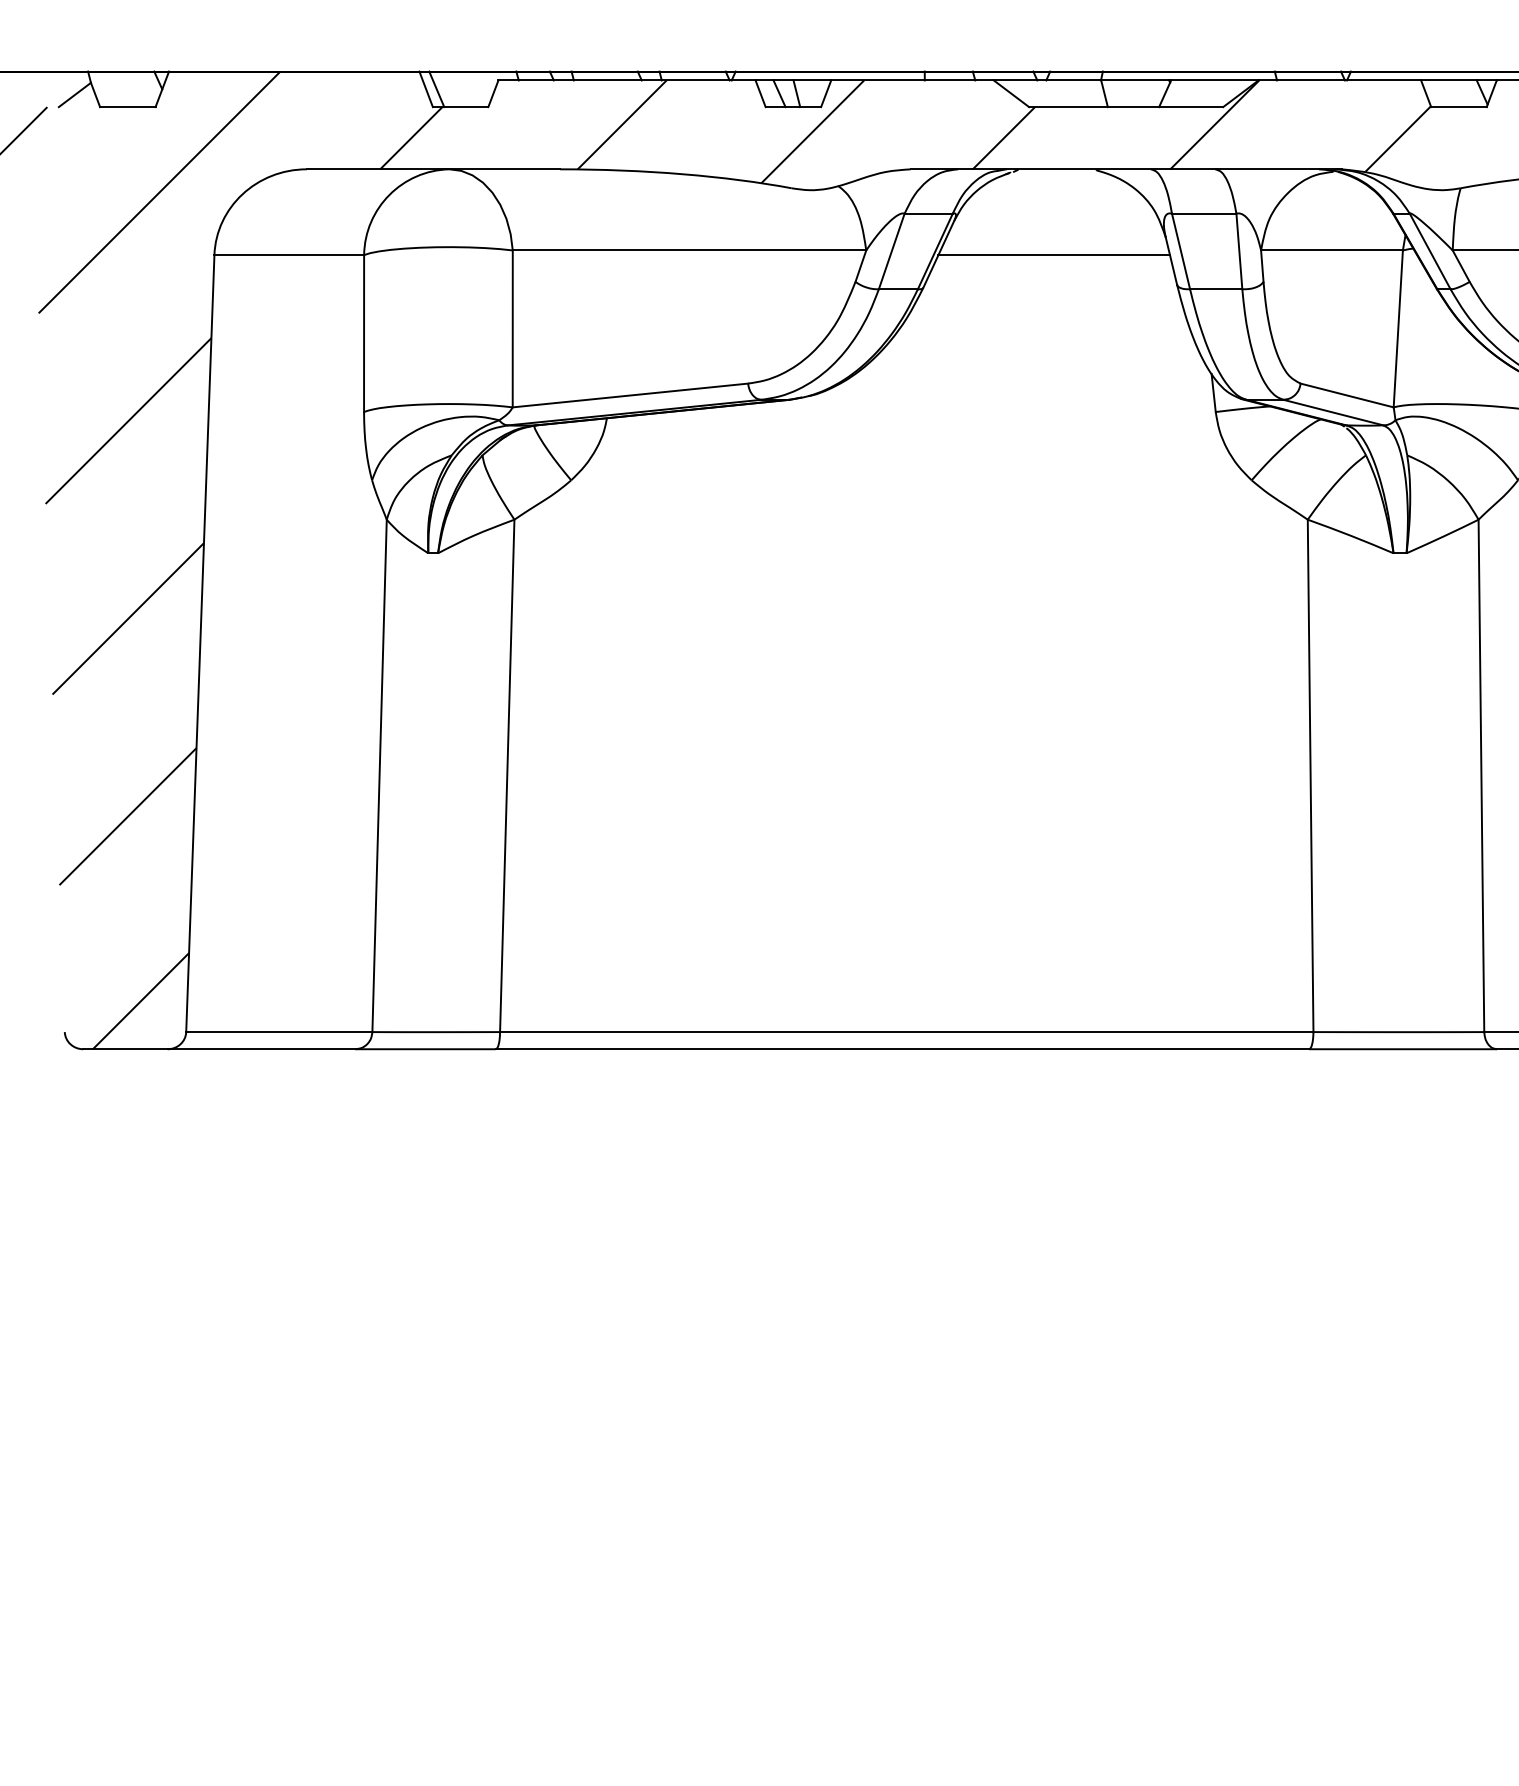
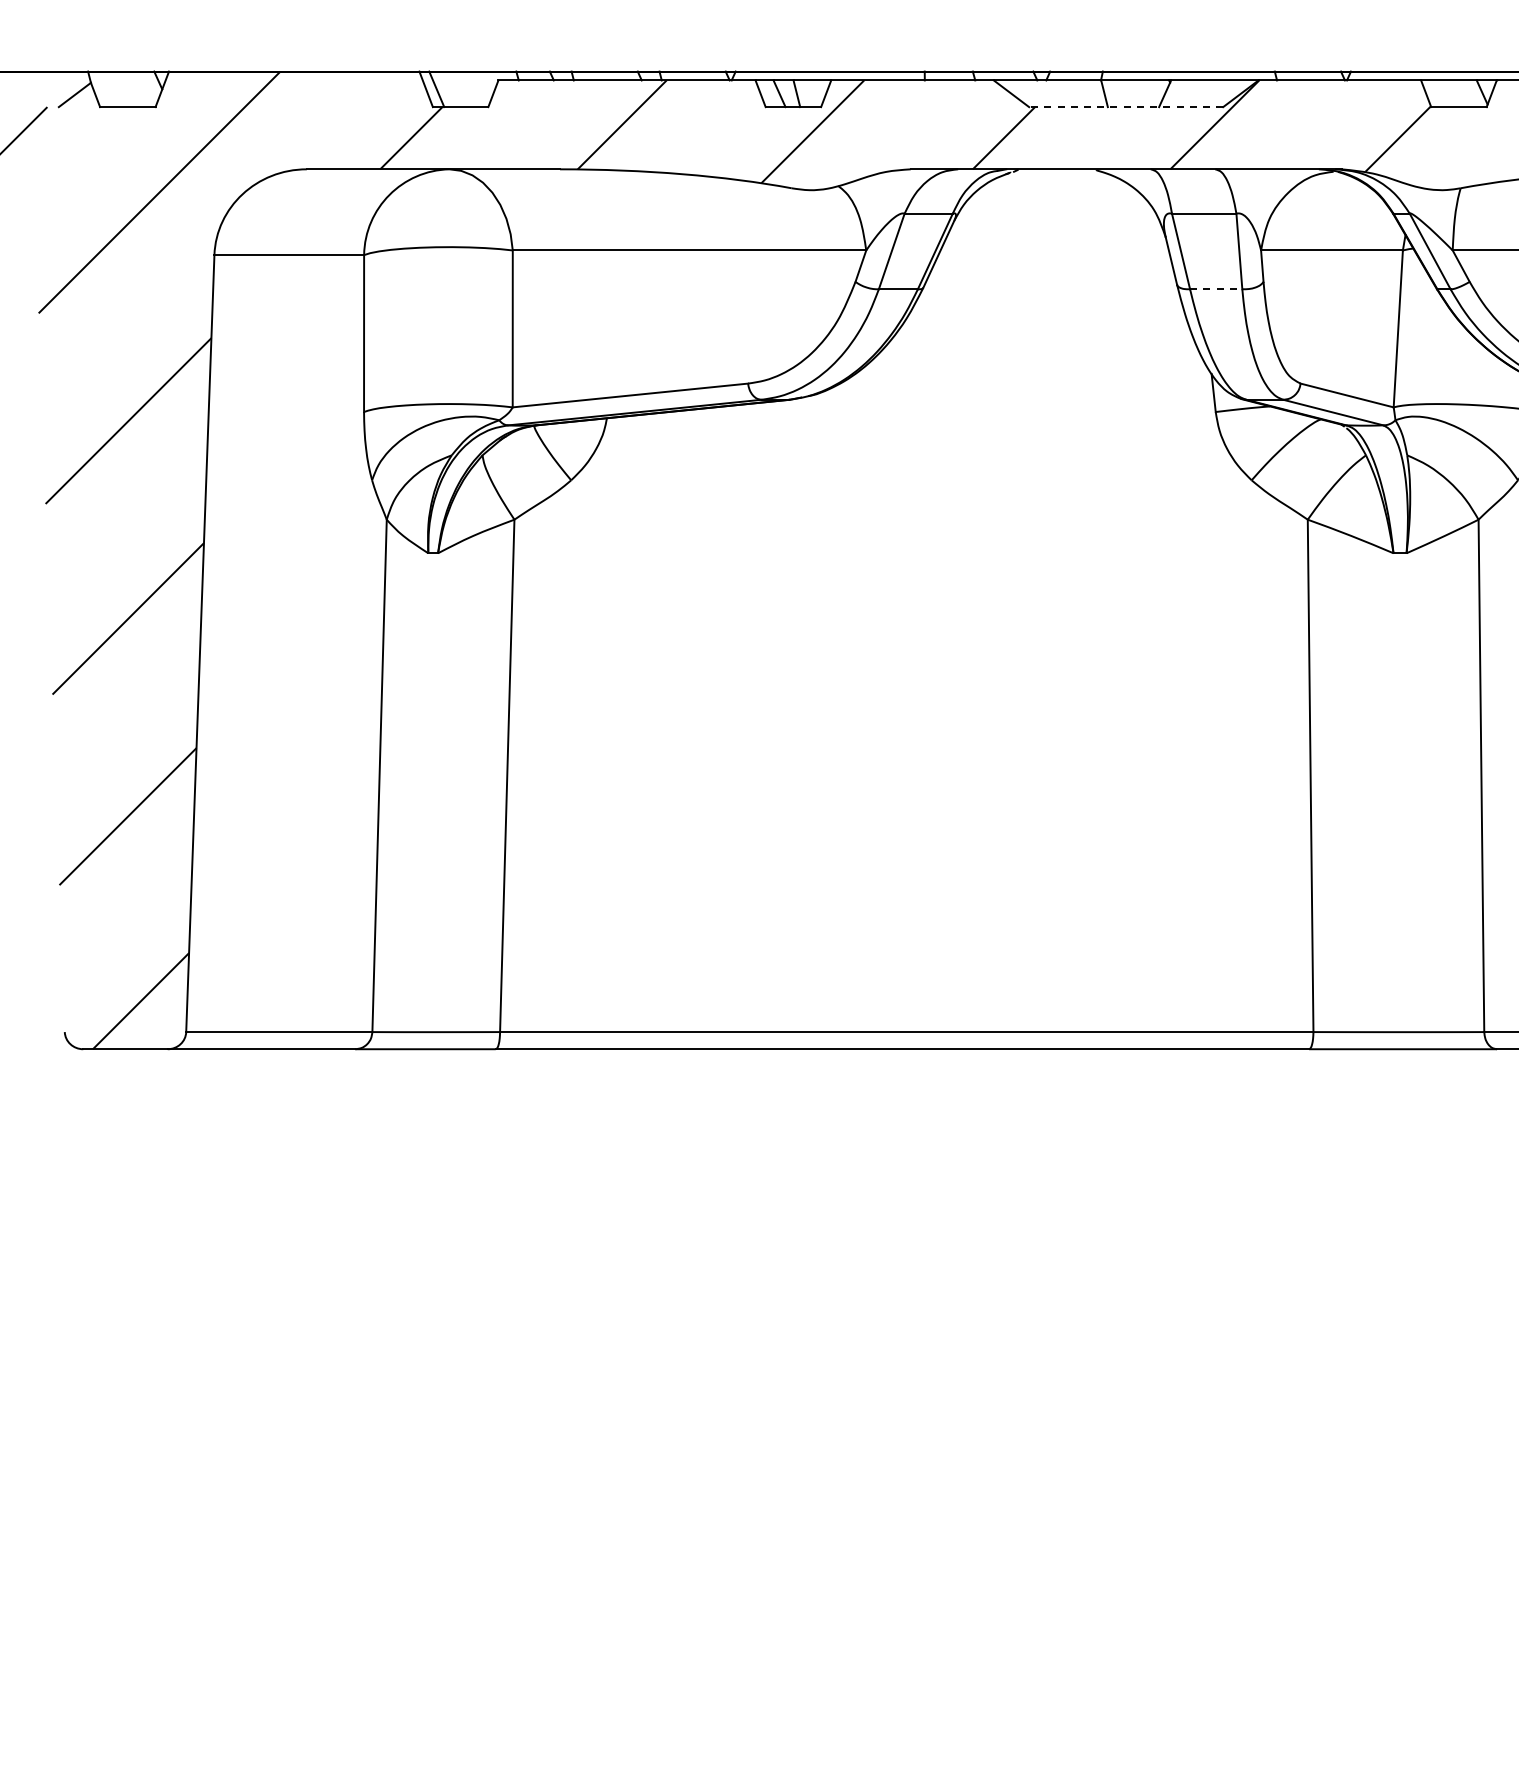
line at (1125, 107): solid -> dashed
line at (1053, 255): present -> none
line at (1216, 289): solid -> dashed
